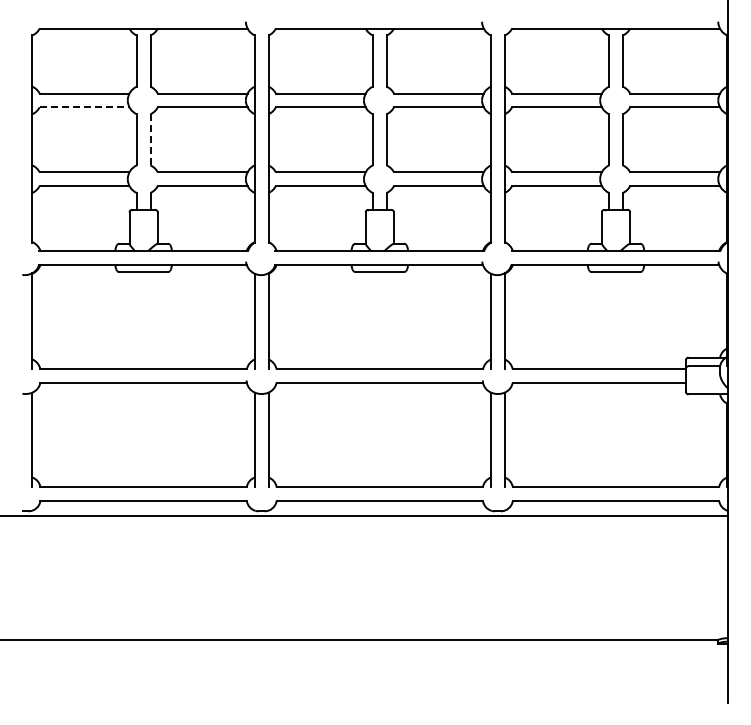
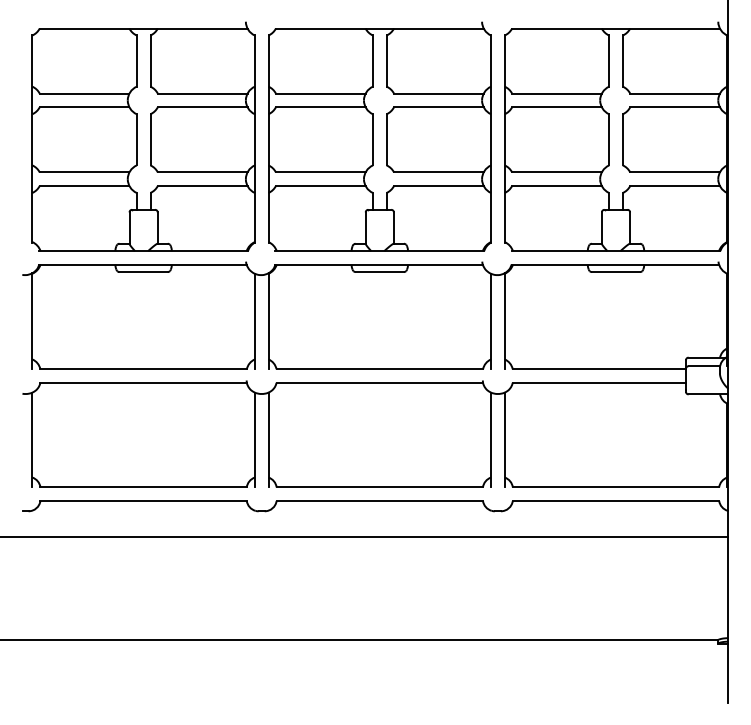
line at (84, 107): dashed -> solid
line at (150, 139): dashed -> solid
line at (365, 516) position: (365, 516) -> (365, 537)
